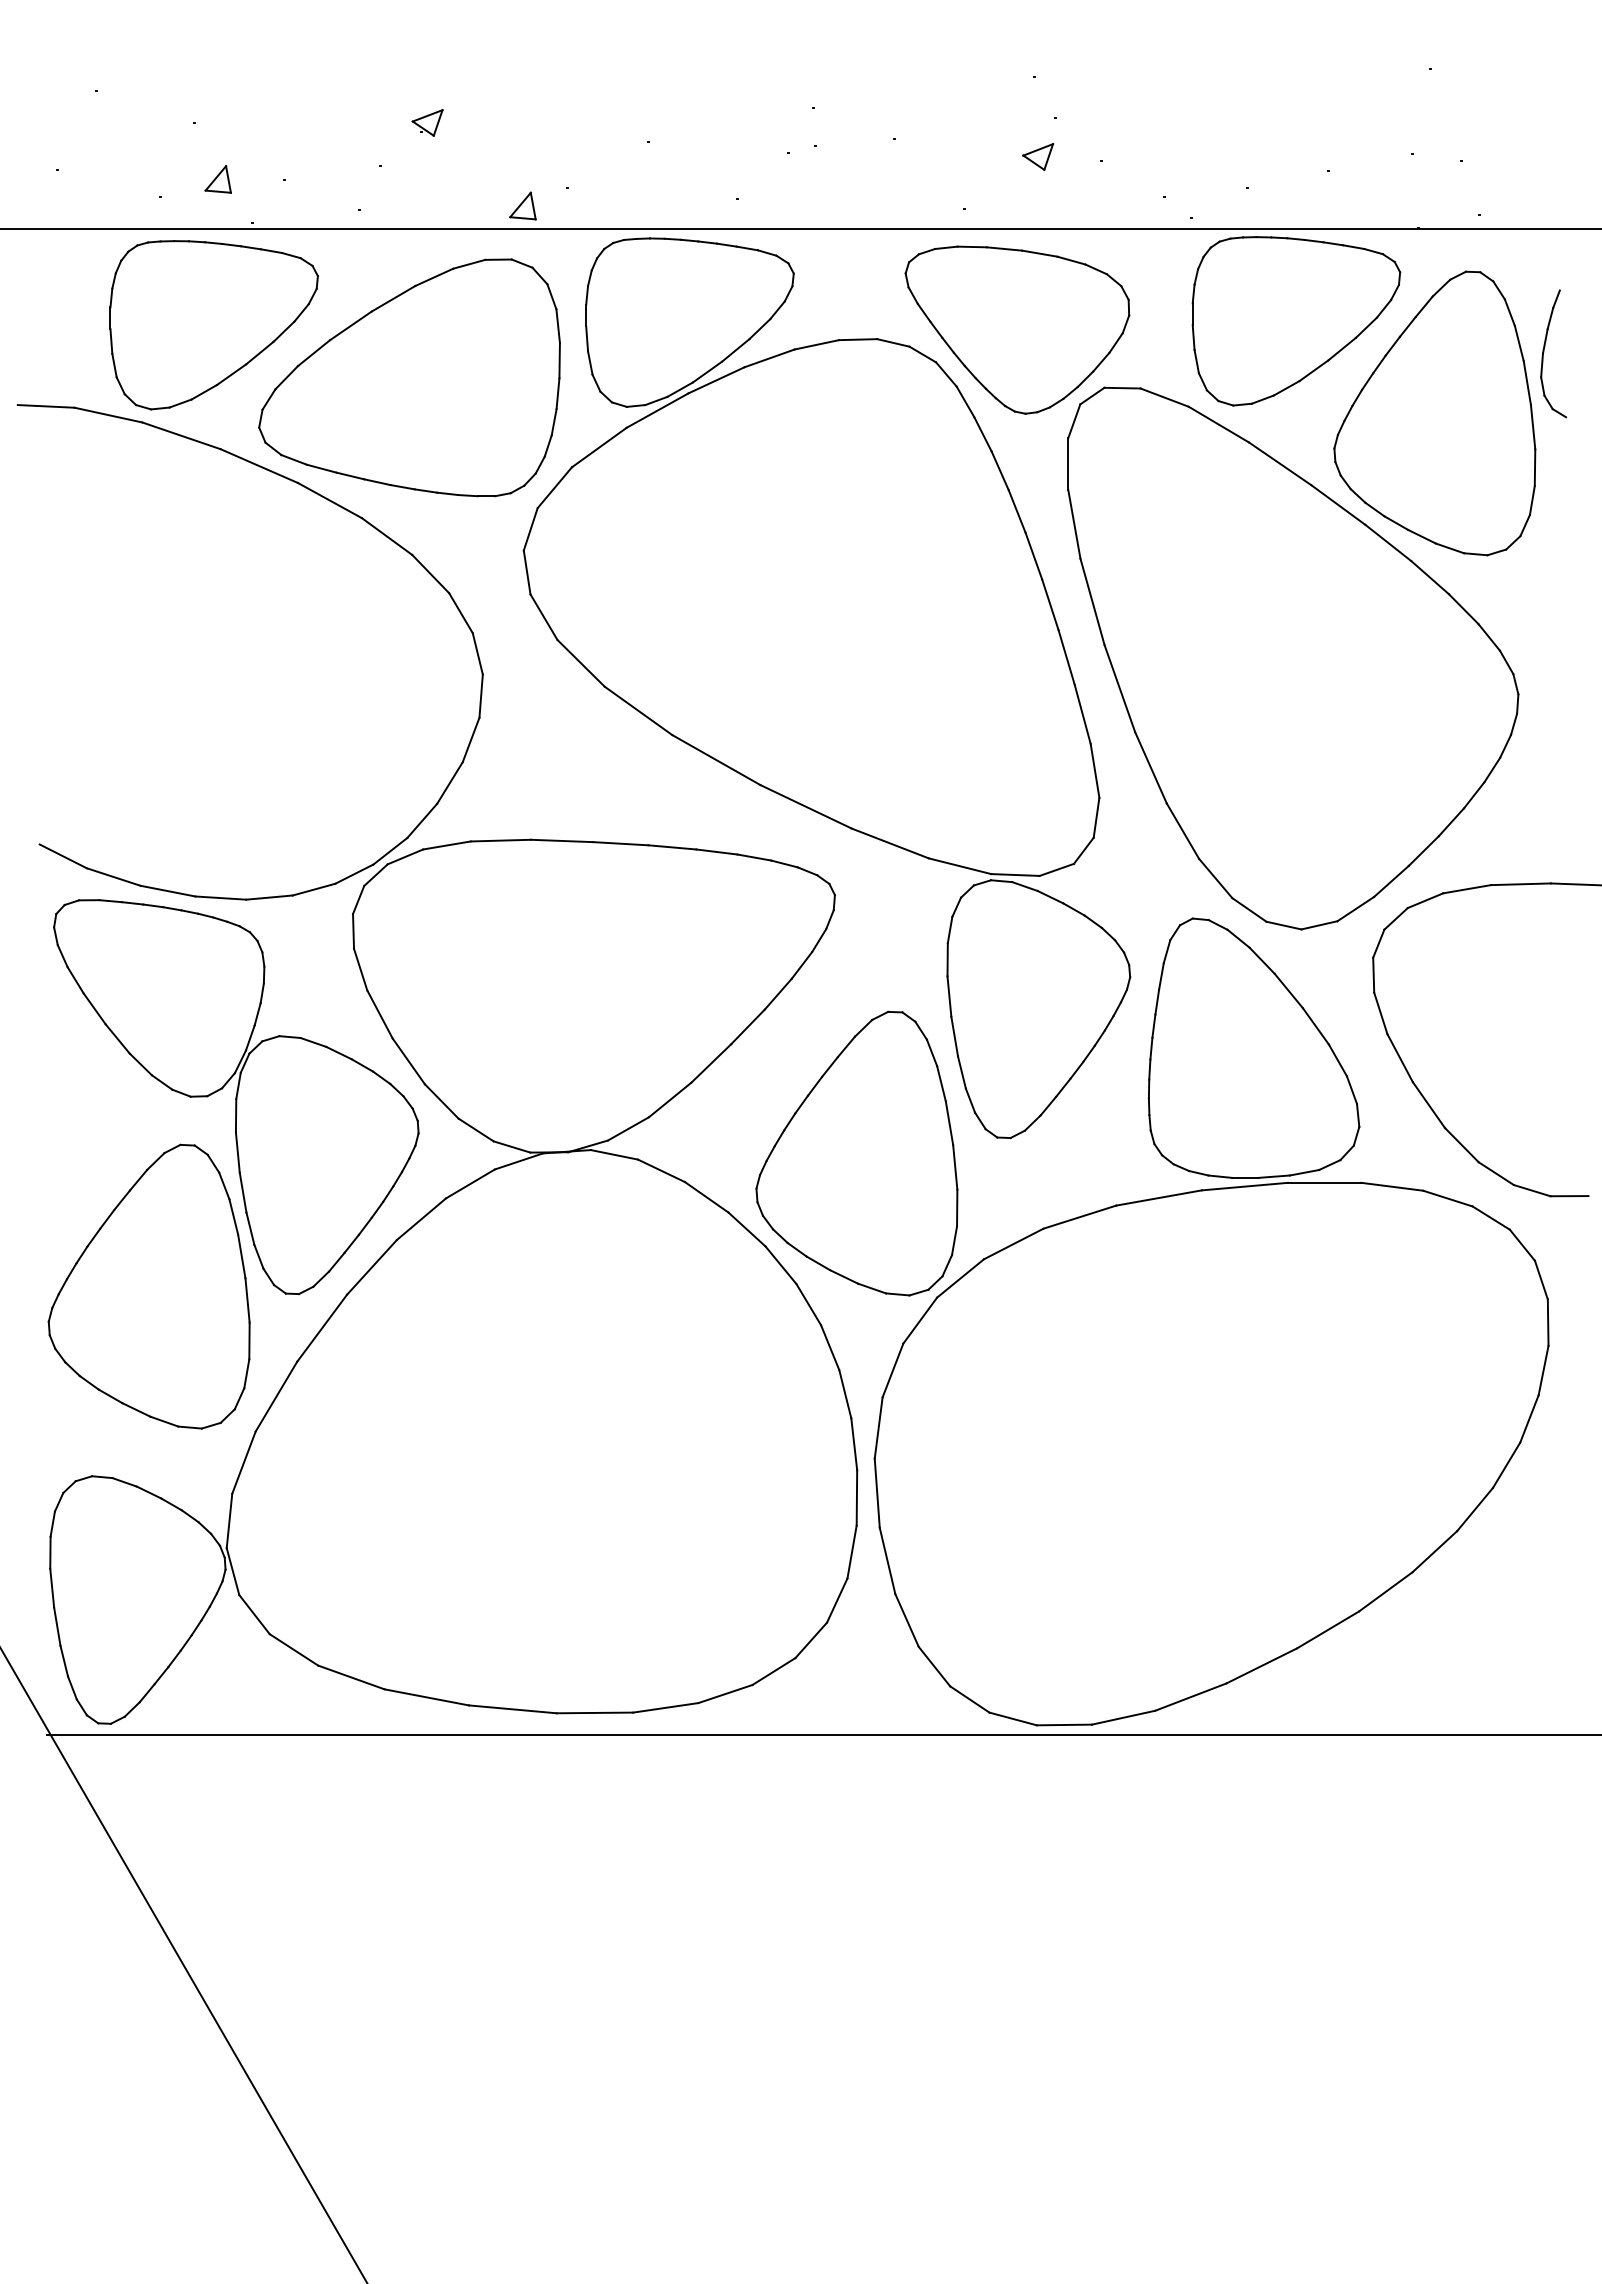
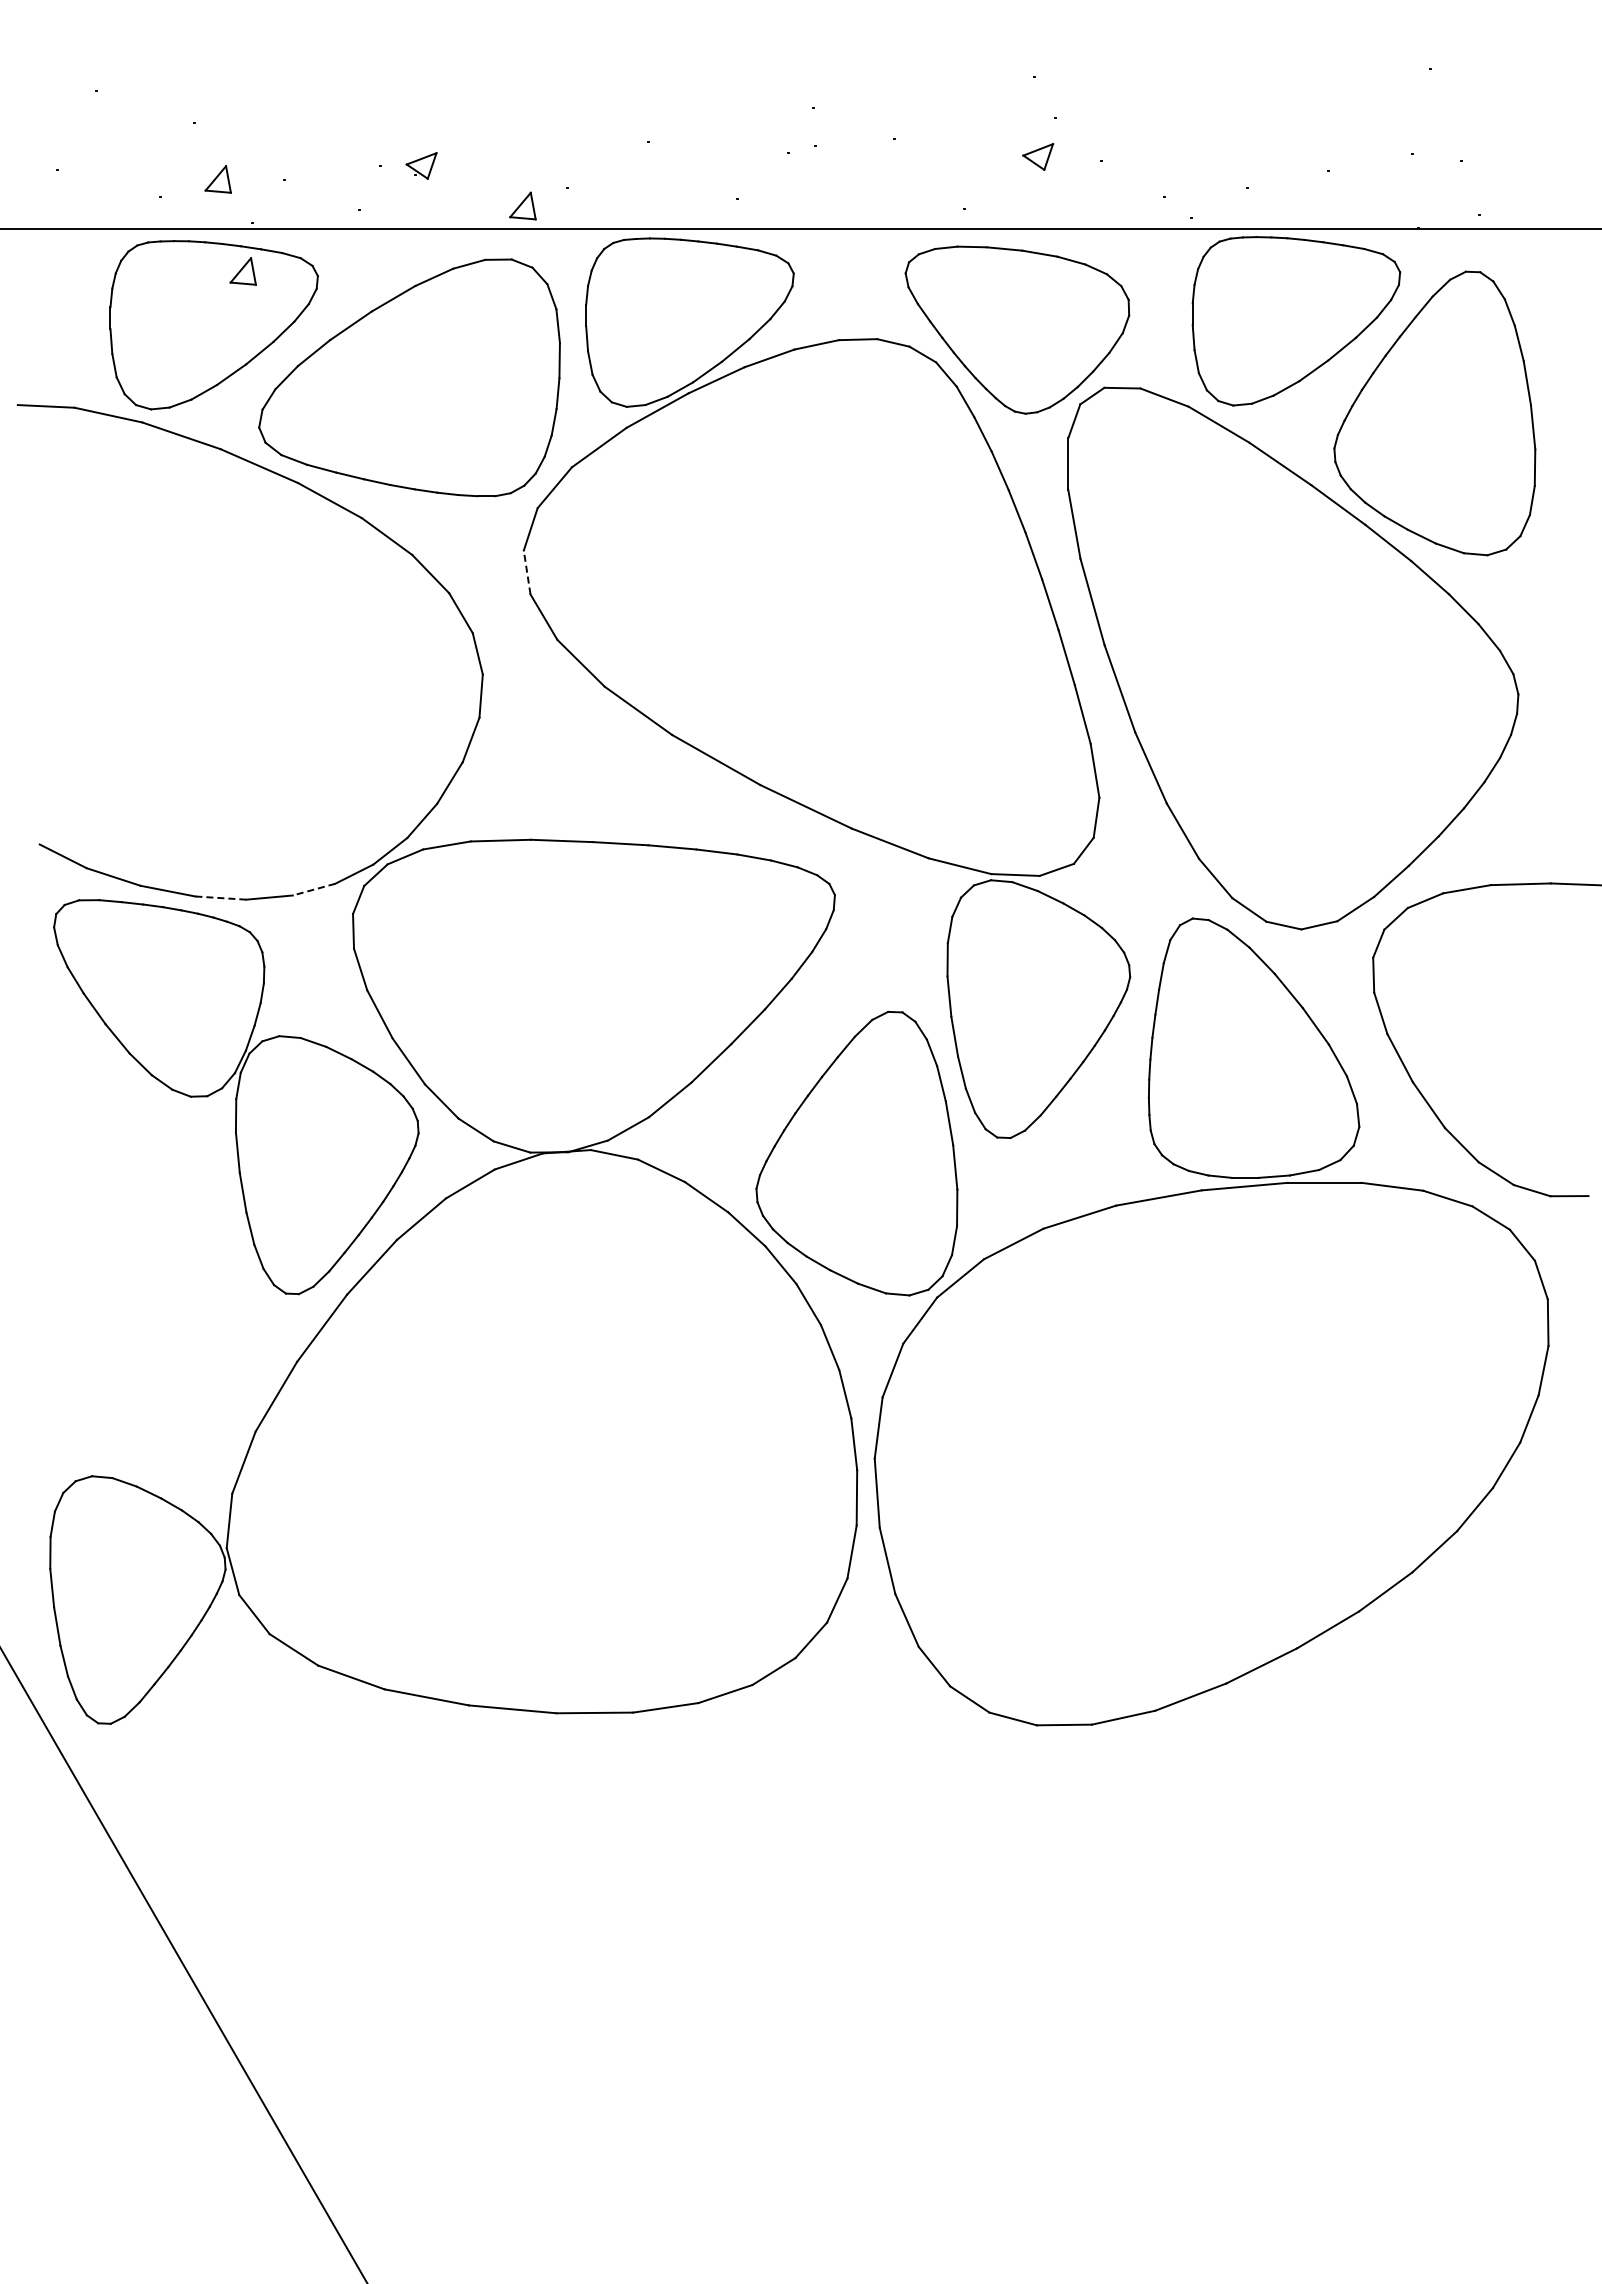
part at (427, 122) position: (427, 122) -> (421, 165)
part at (242, 271): none -> present
part at (1544, 352): present -> none
line at (527, 572): solid -> dashed
line at (313, 889): solid -> dashed
line at (220, 898): solid -> dashed
part at (148, 1286): present -> none
line at (822, 1734): present -> none
